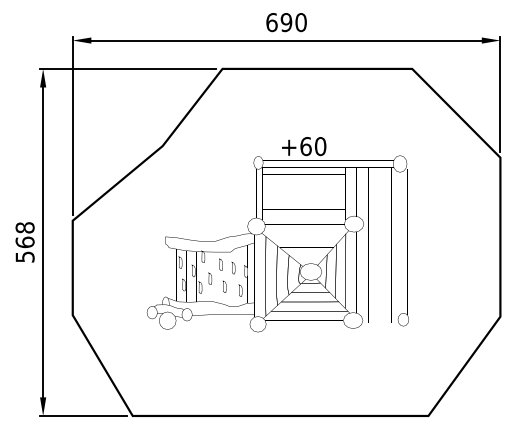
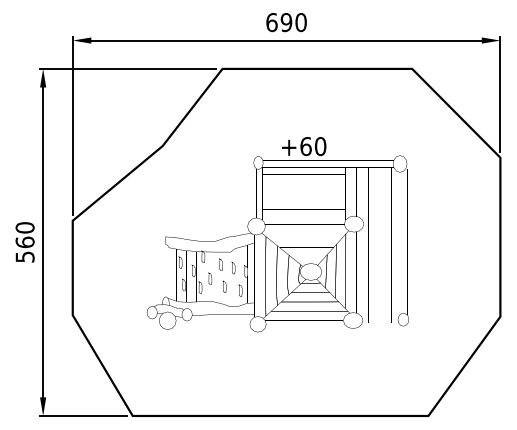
text at (24, 227): 568 -> 560
